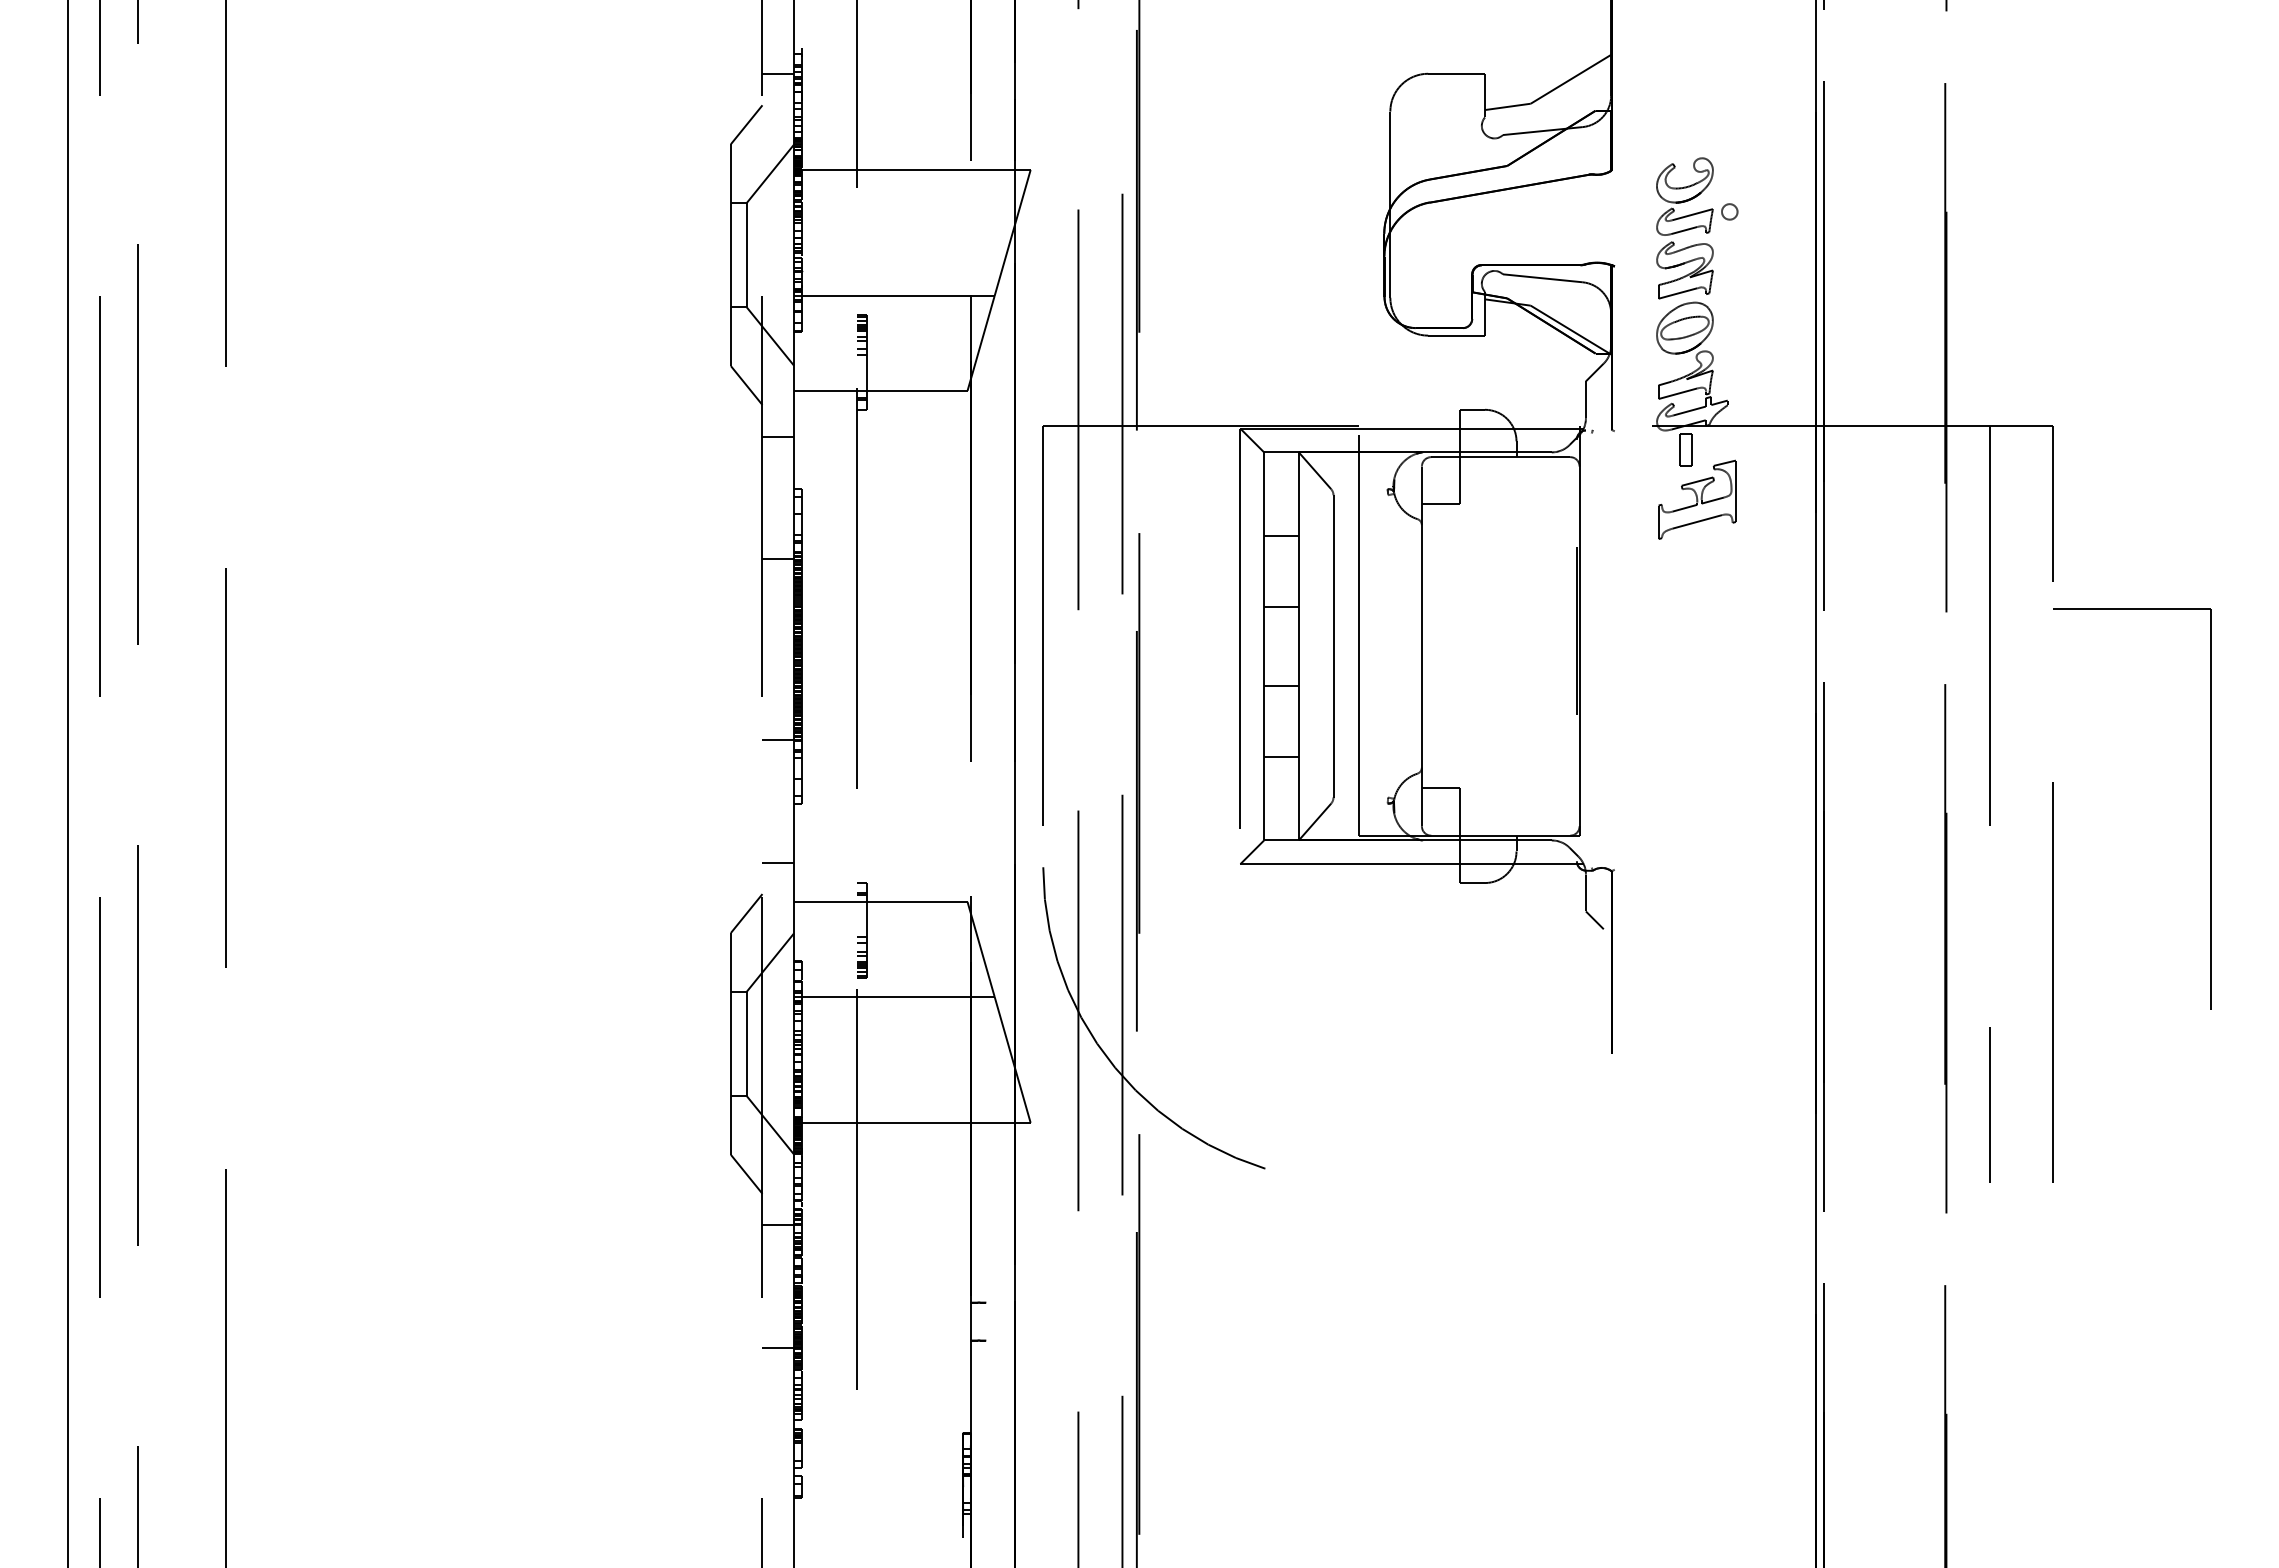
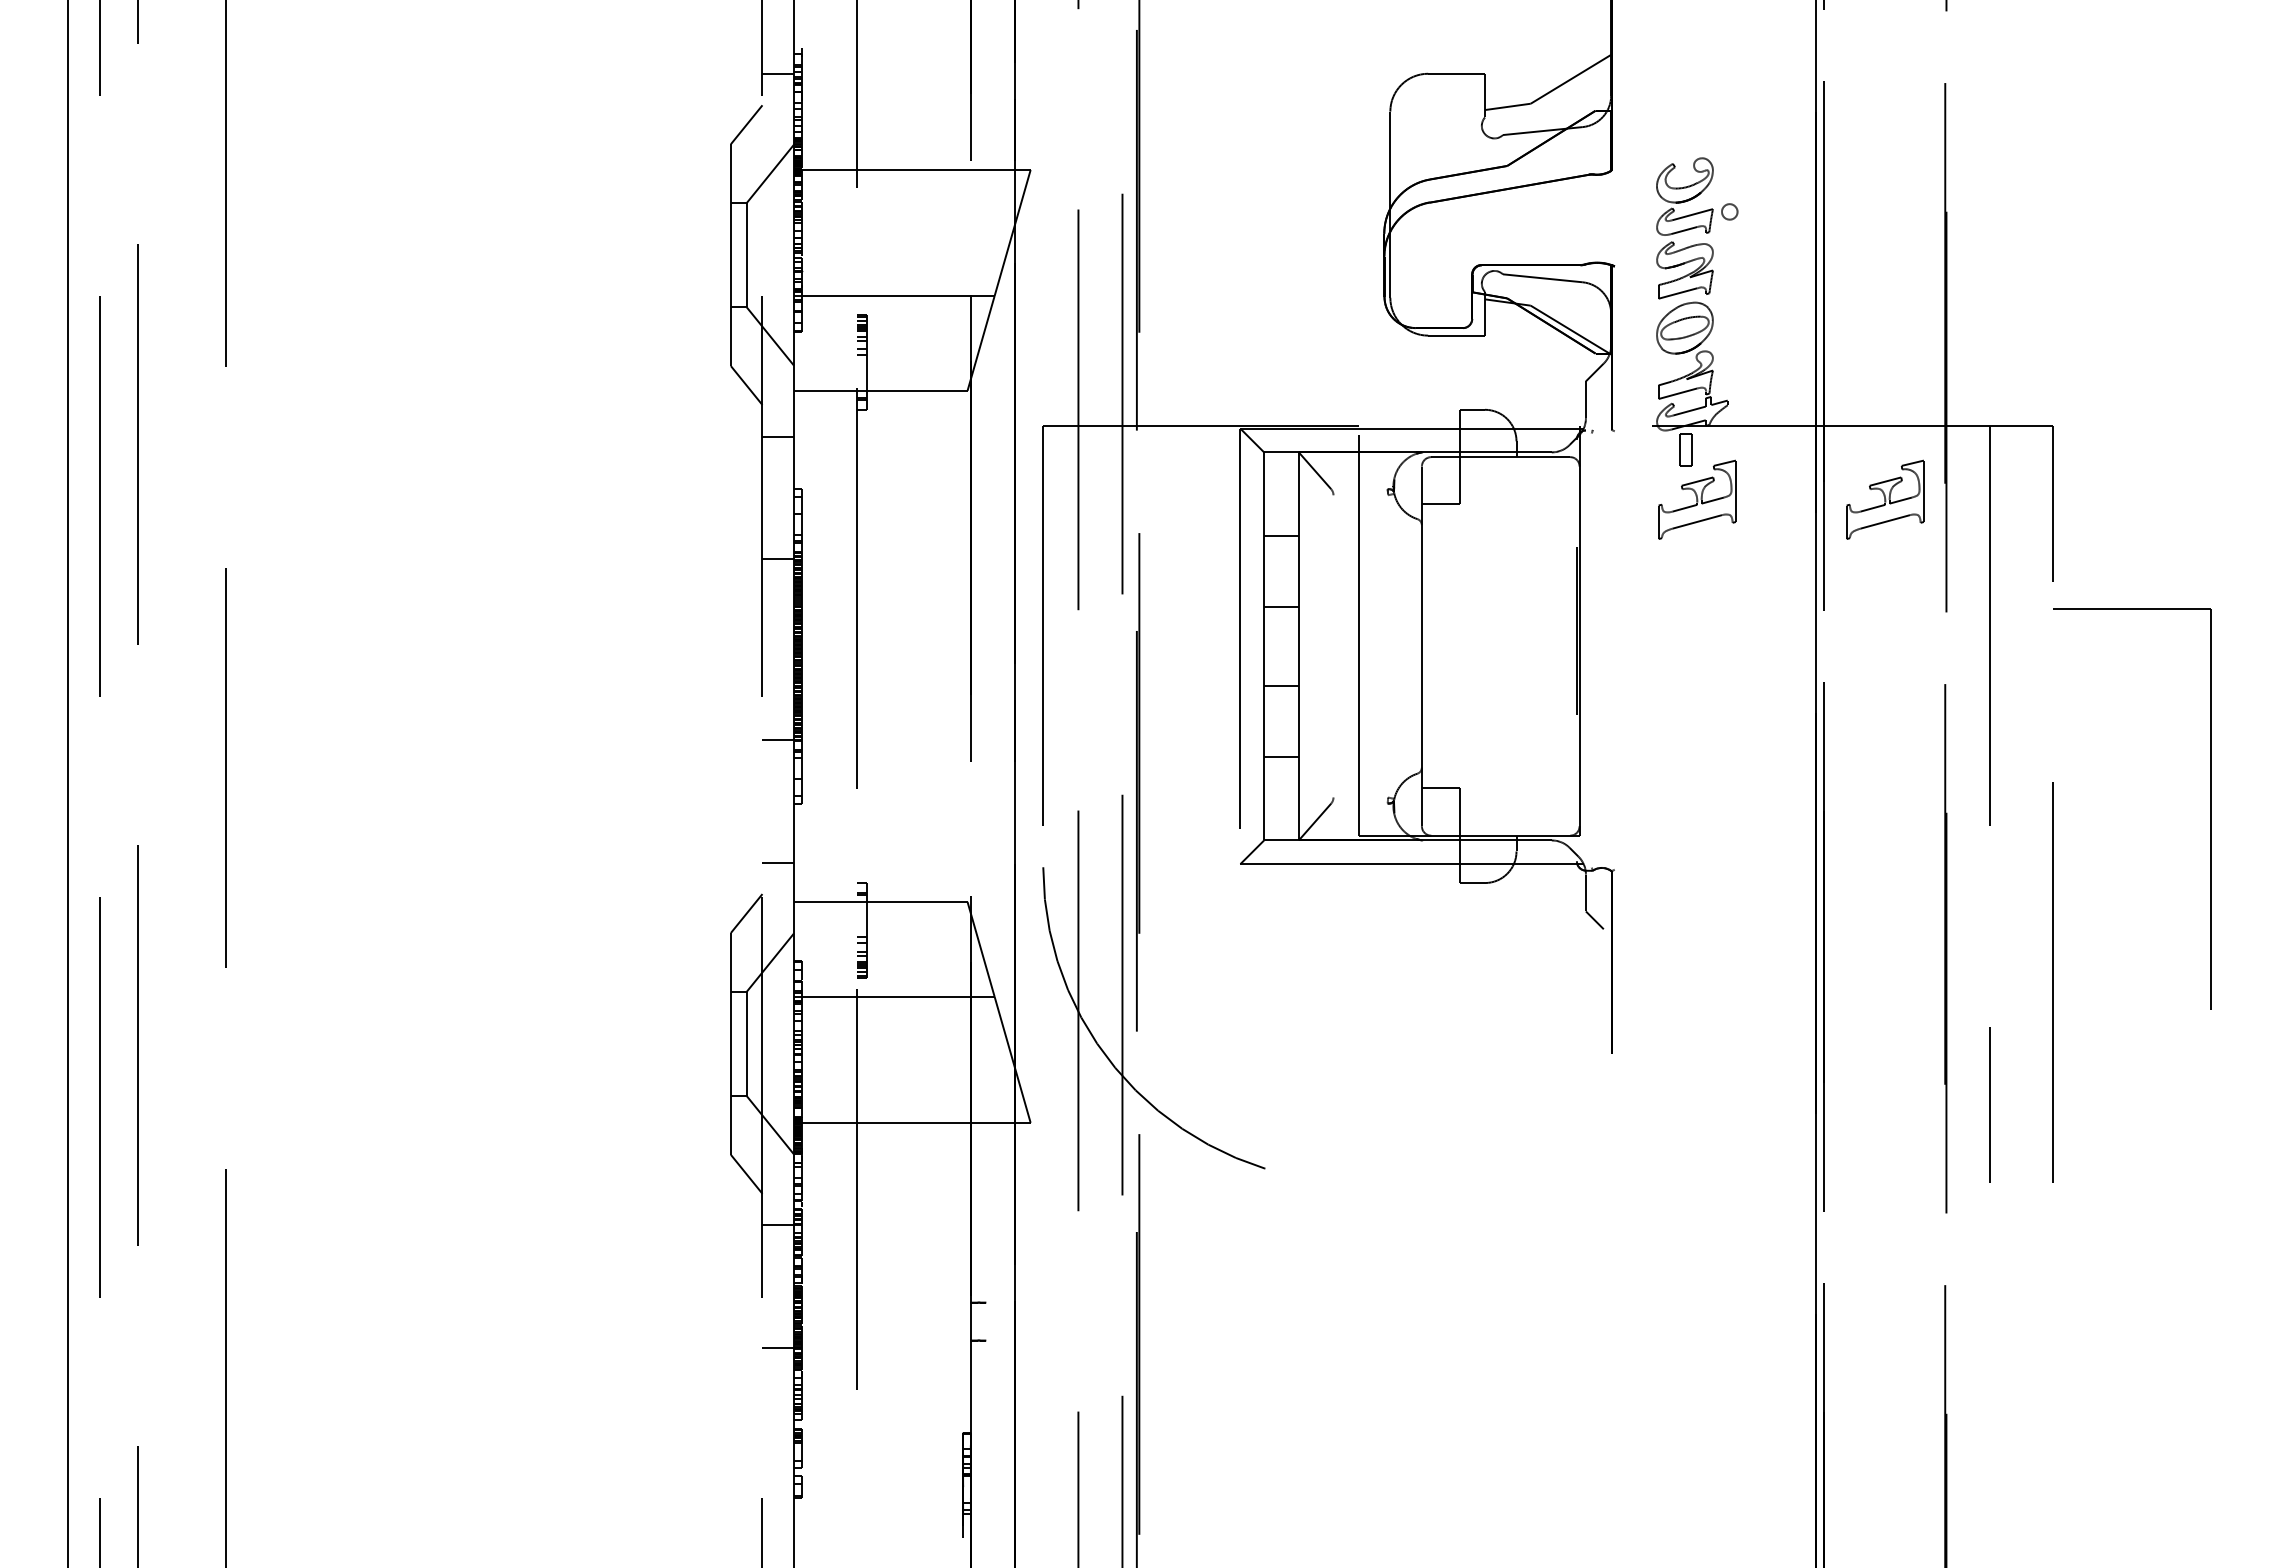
part at (1885, 499): none -> present
line at (1333, 646): present -> none
